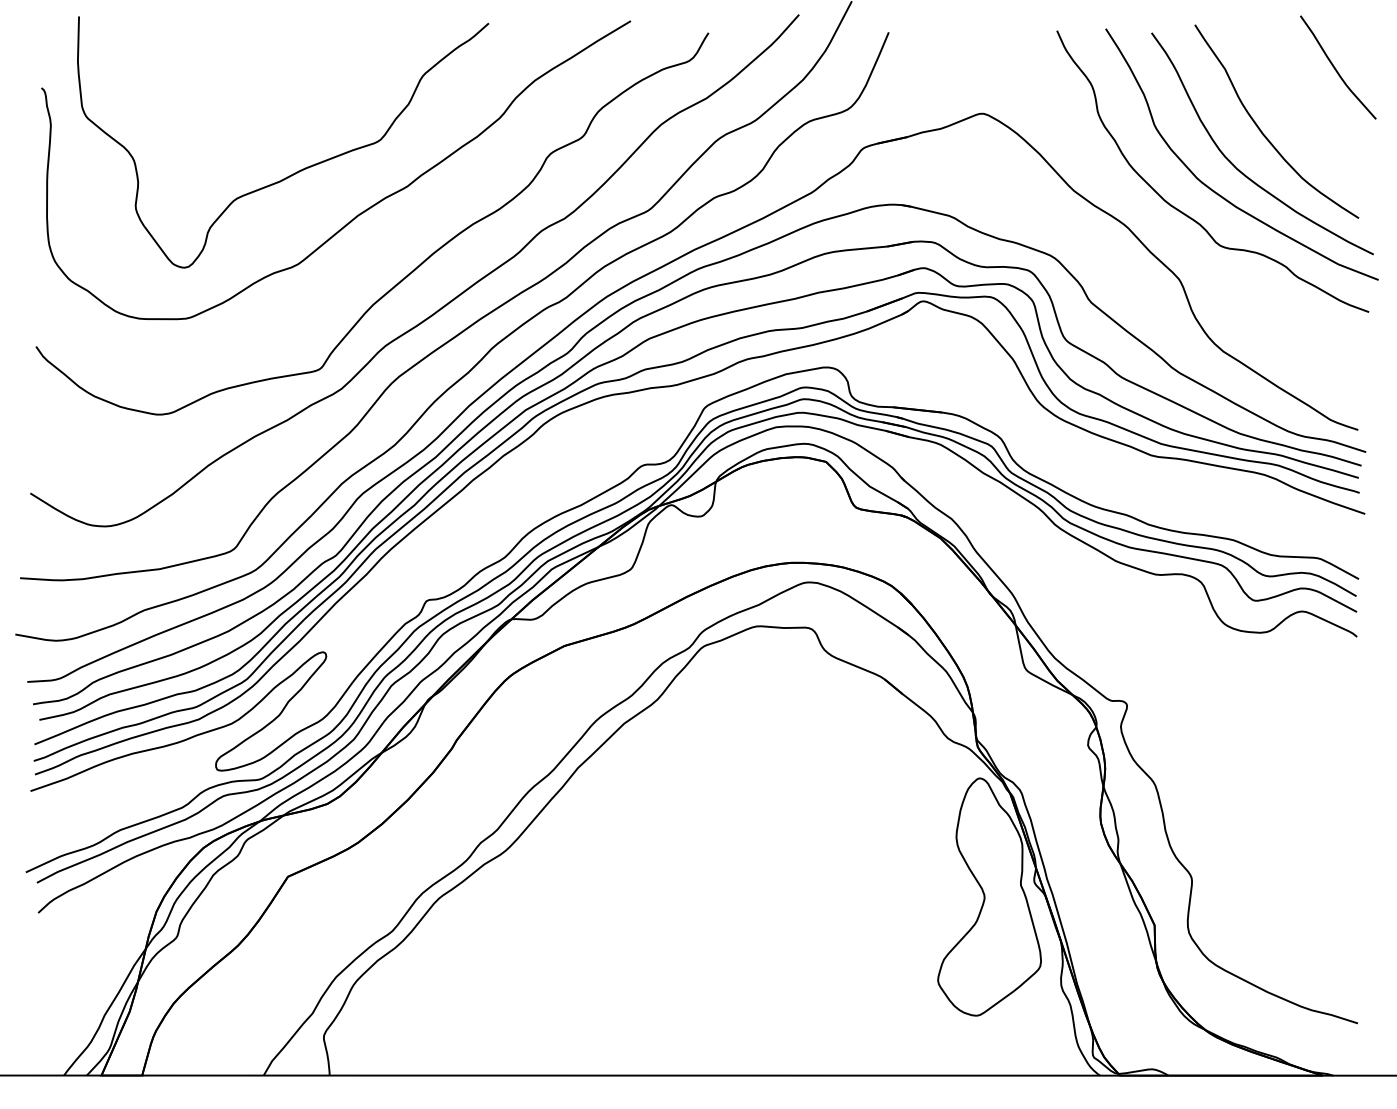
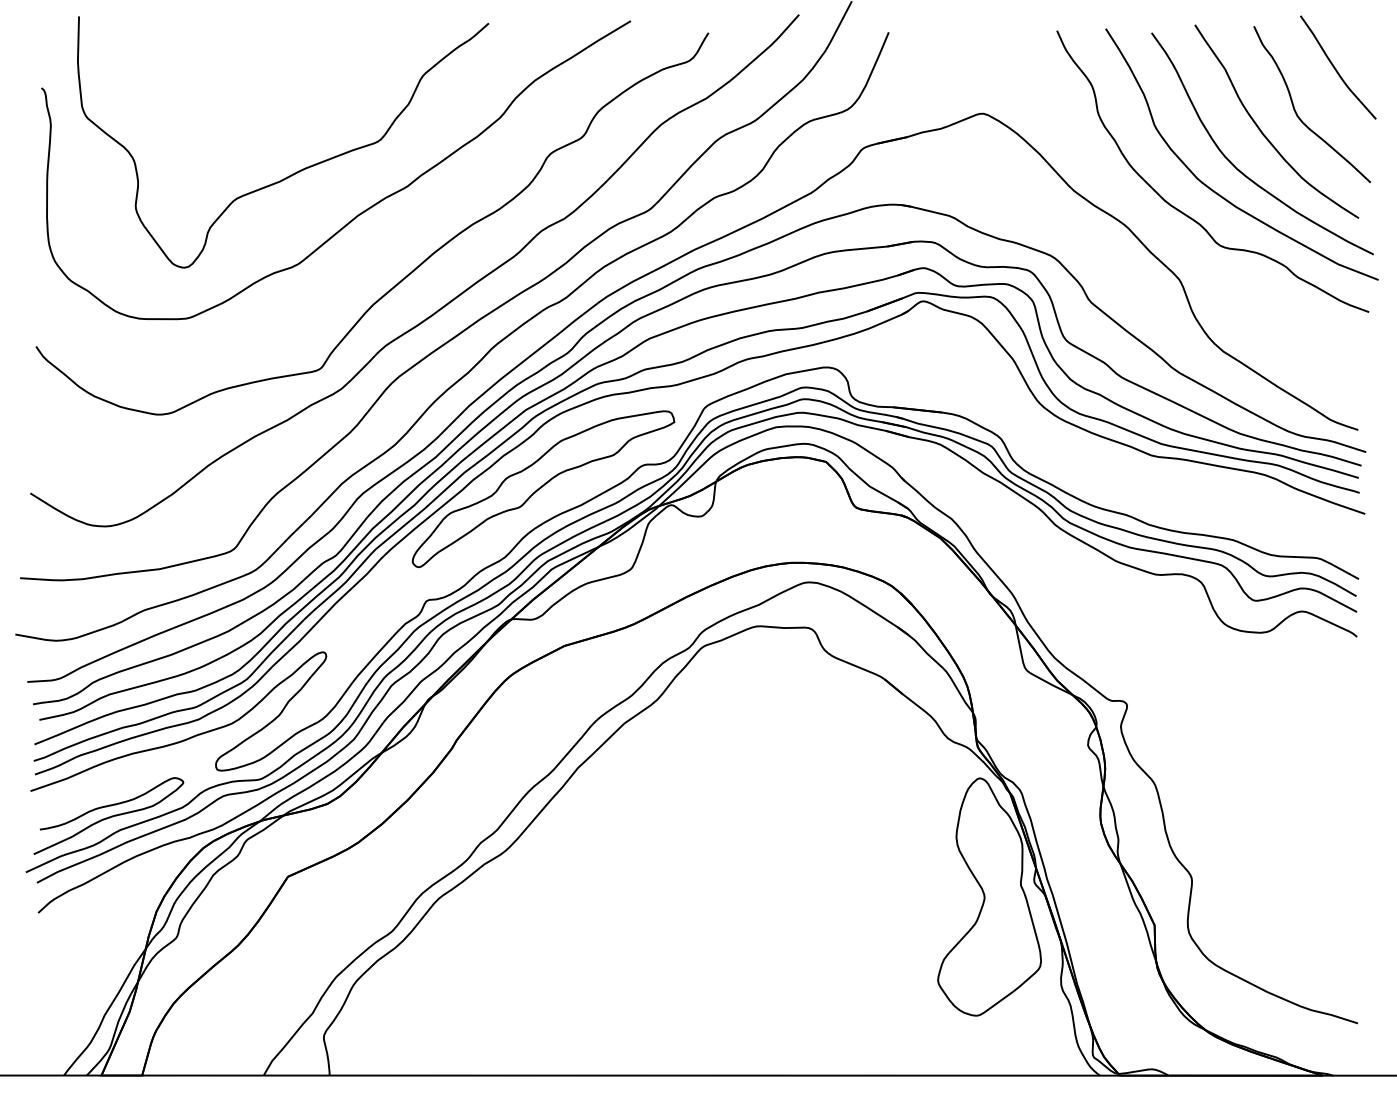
curve at (1296, 111): none -> present
part at (543, 489): none -> present
curve at (108, 816): none -> present
